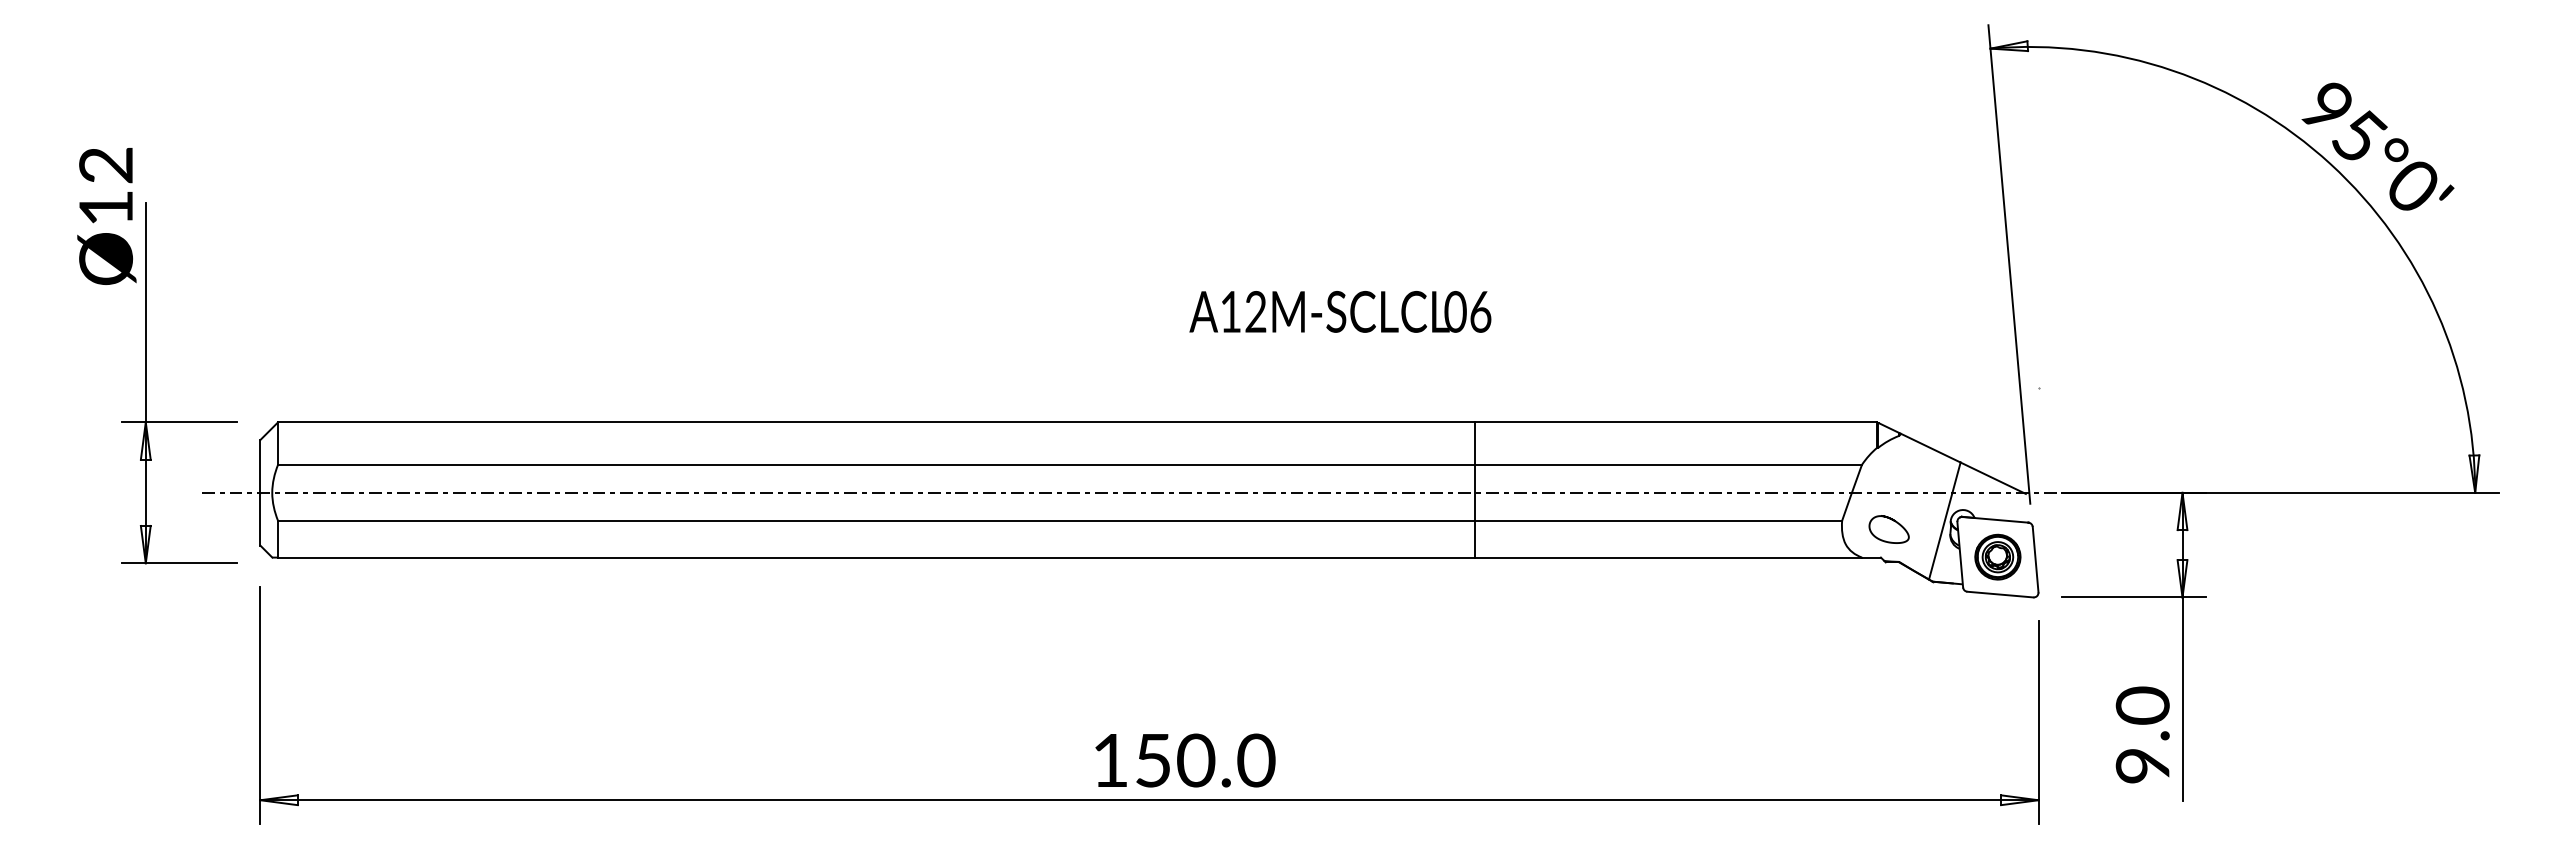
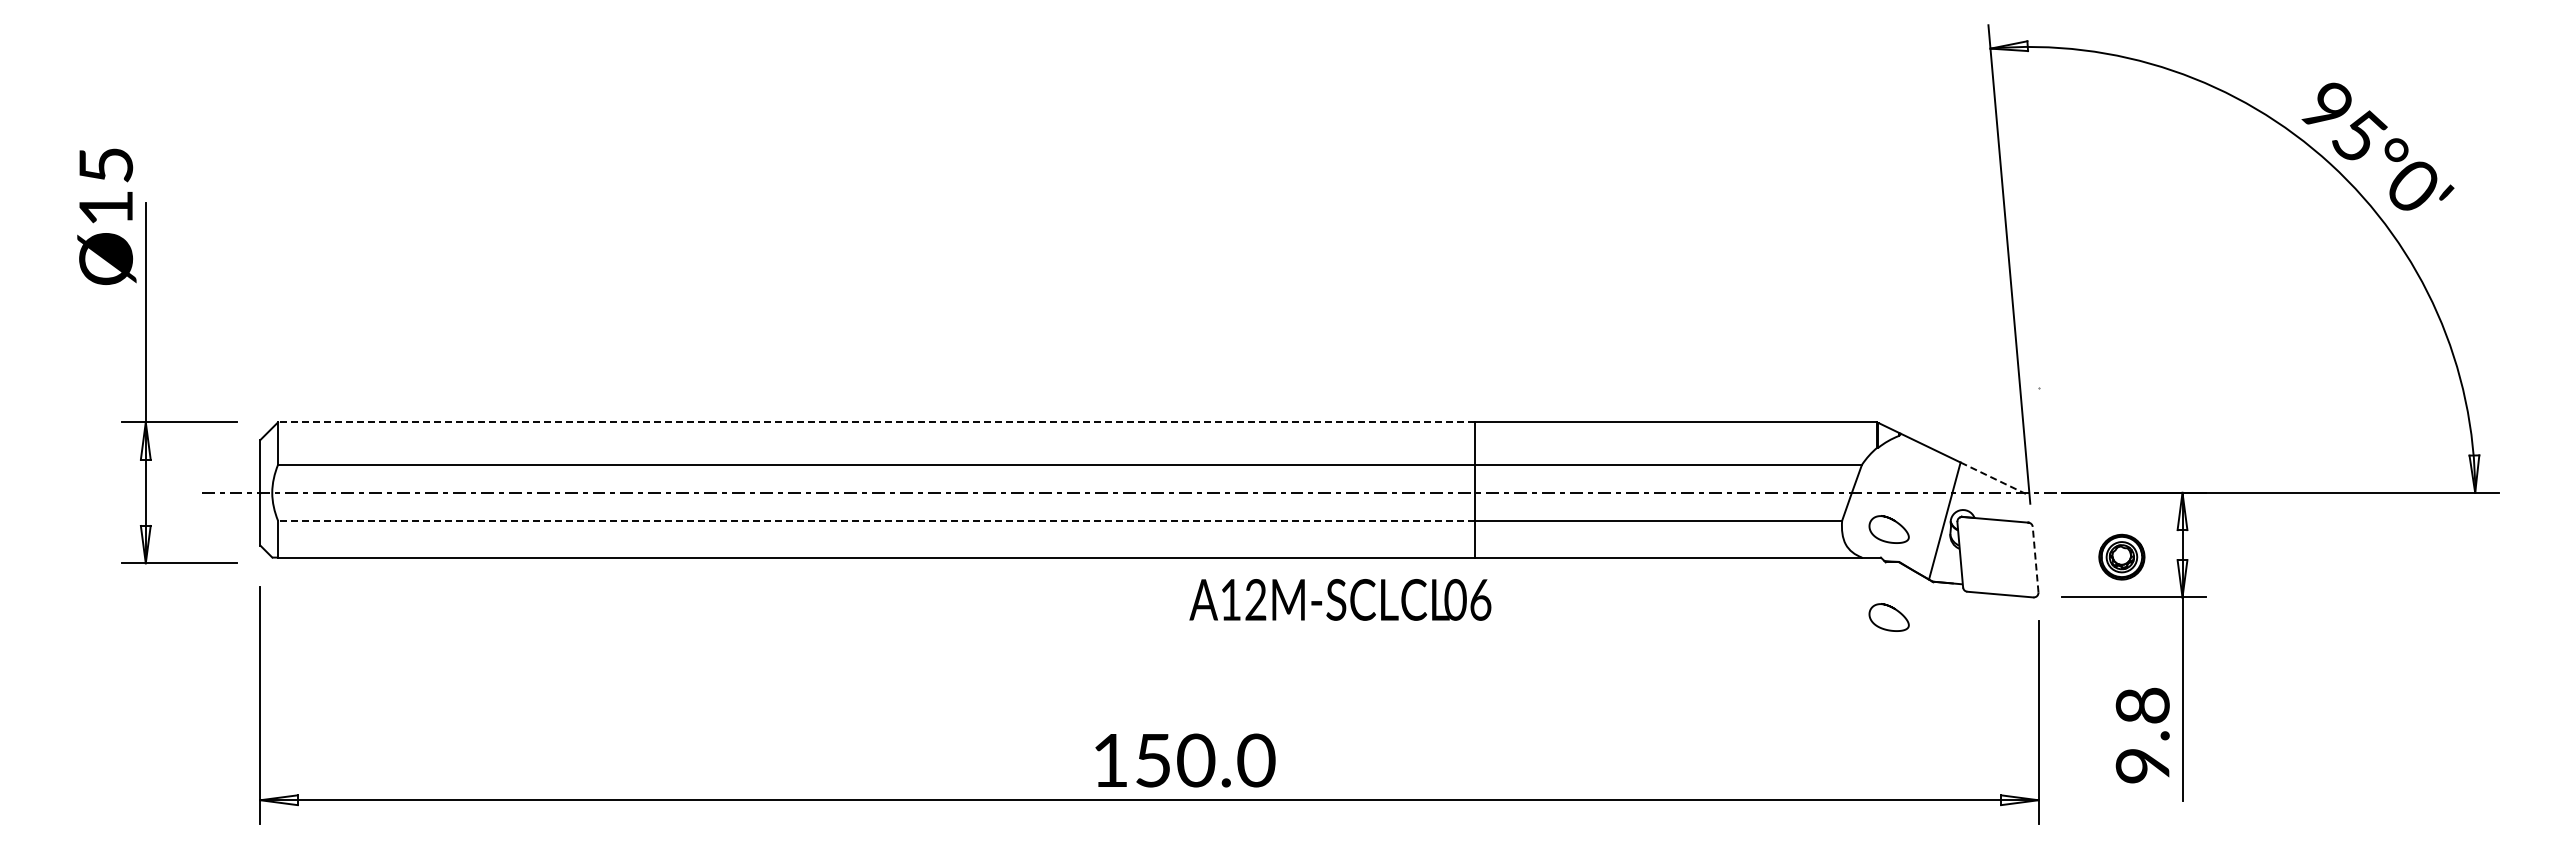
text at (106, 165): Ø12 -> Ø15
text at (1340, 311) position: (1340, 311) -> (1340, 599)
line at (875, 422): solid -> dashed
line at (1993, 478): solid -> dashed
line at (875, 520): solid -> dashed
part at (1997, 556) position: (1997, 556) -> (2121, 556)
line at (2035, 559): solid -> dashed
part at (1888, 617): none -> present
text at (2142, 705): 9.0 -> 9.8
